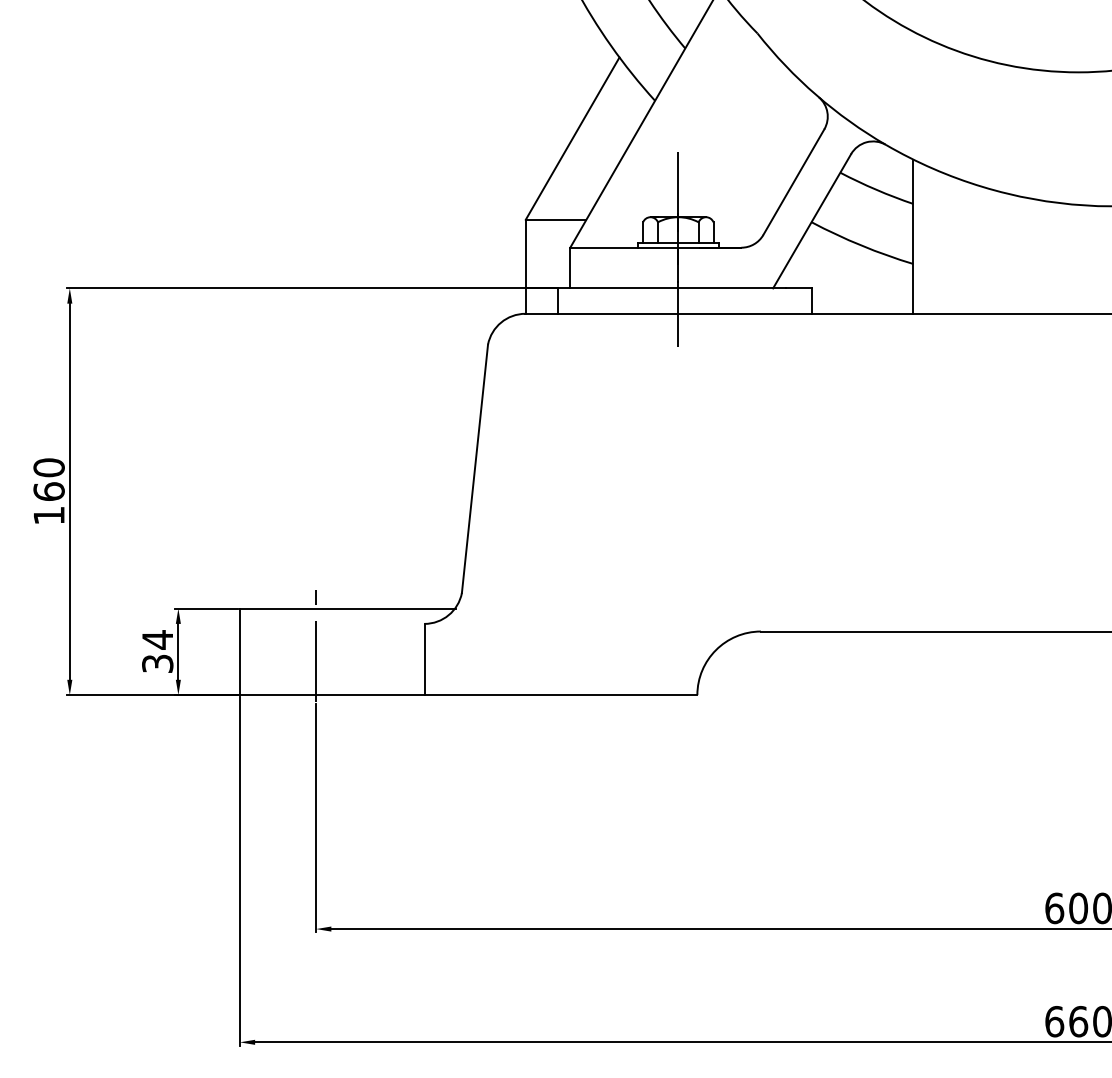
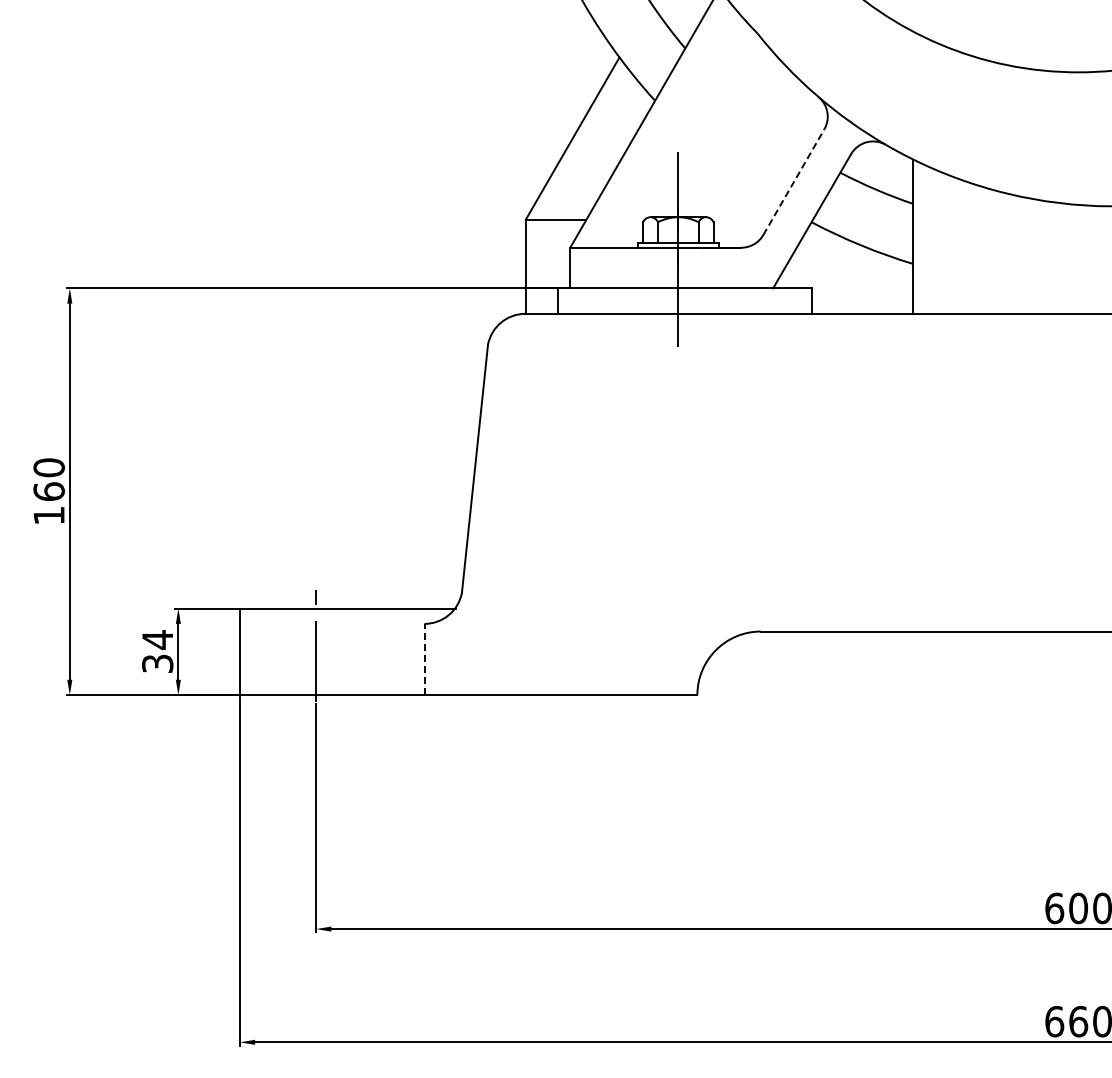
line at (794, 181): solid -> dashed
line at (424, 659): solid -> dashed
